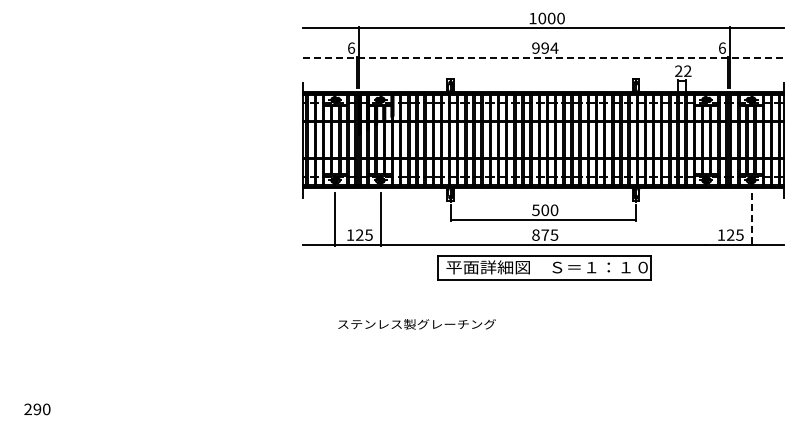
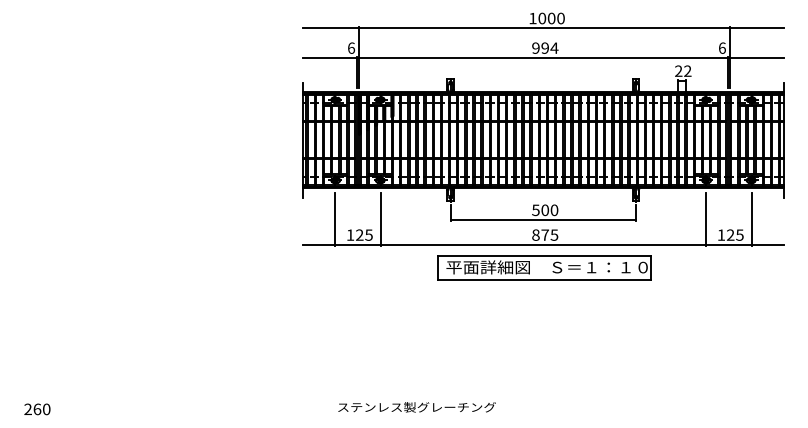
line at (543, 57): dashed -> solid
line at (705, 218): none -> present
line at (752, 219): dashed -> solid
text at (416, 324) position: (416, 324) -> (416, 407)
text at (37, 409): 290 -> 260
